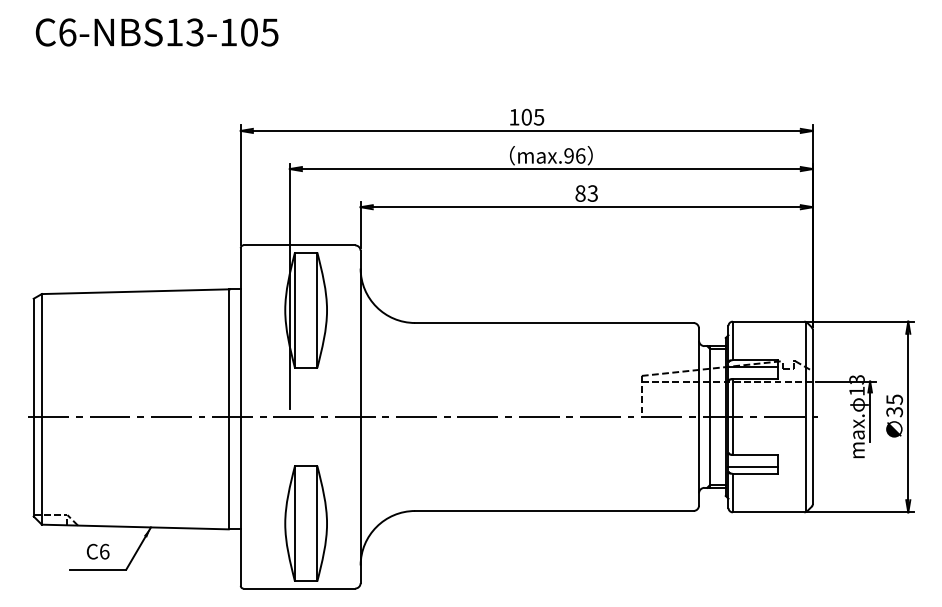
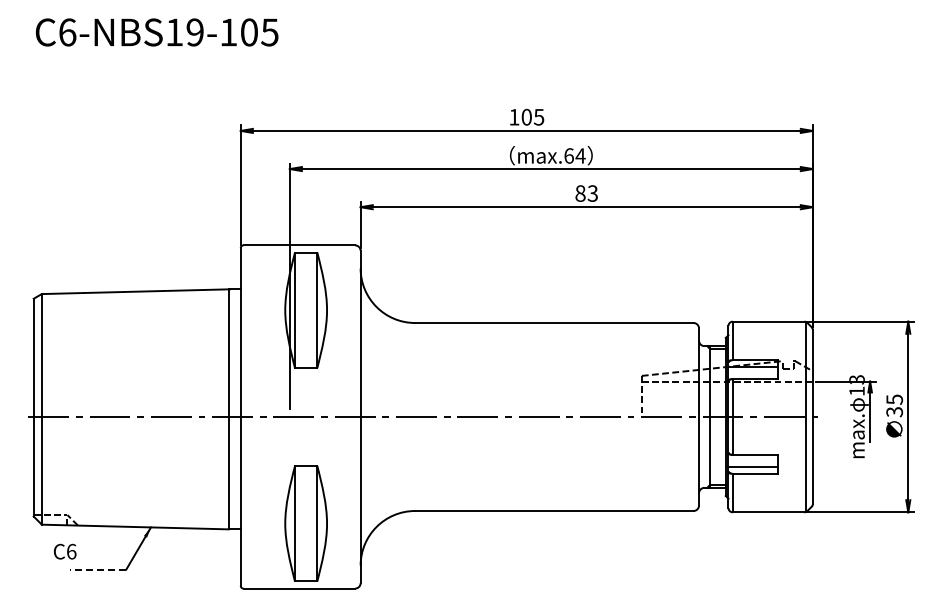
text at (194, 32): C6-NBS13-105 -> C6-NBS19-105
text at (574, 155): max.96 -> max.64
text at (98, 551) position: (98, 551) -> (65, 551)
line at (98, 569): solid -> dashed
